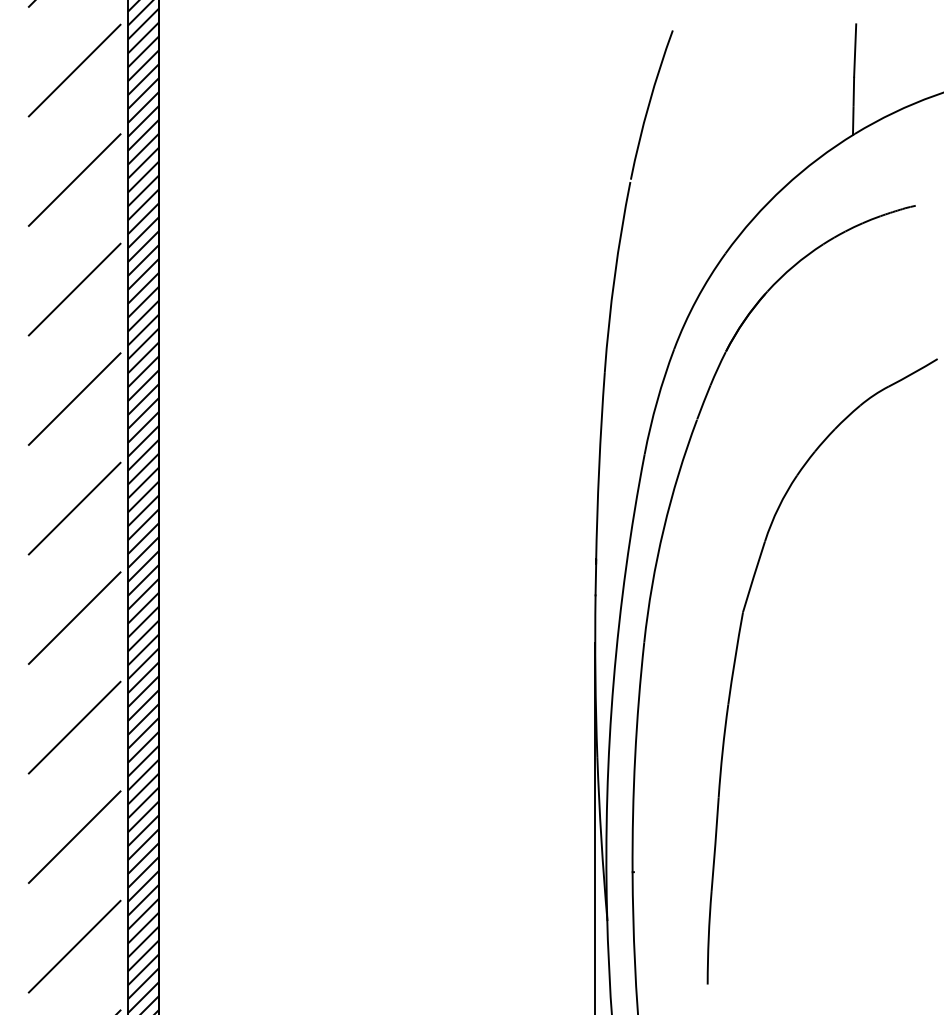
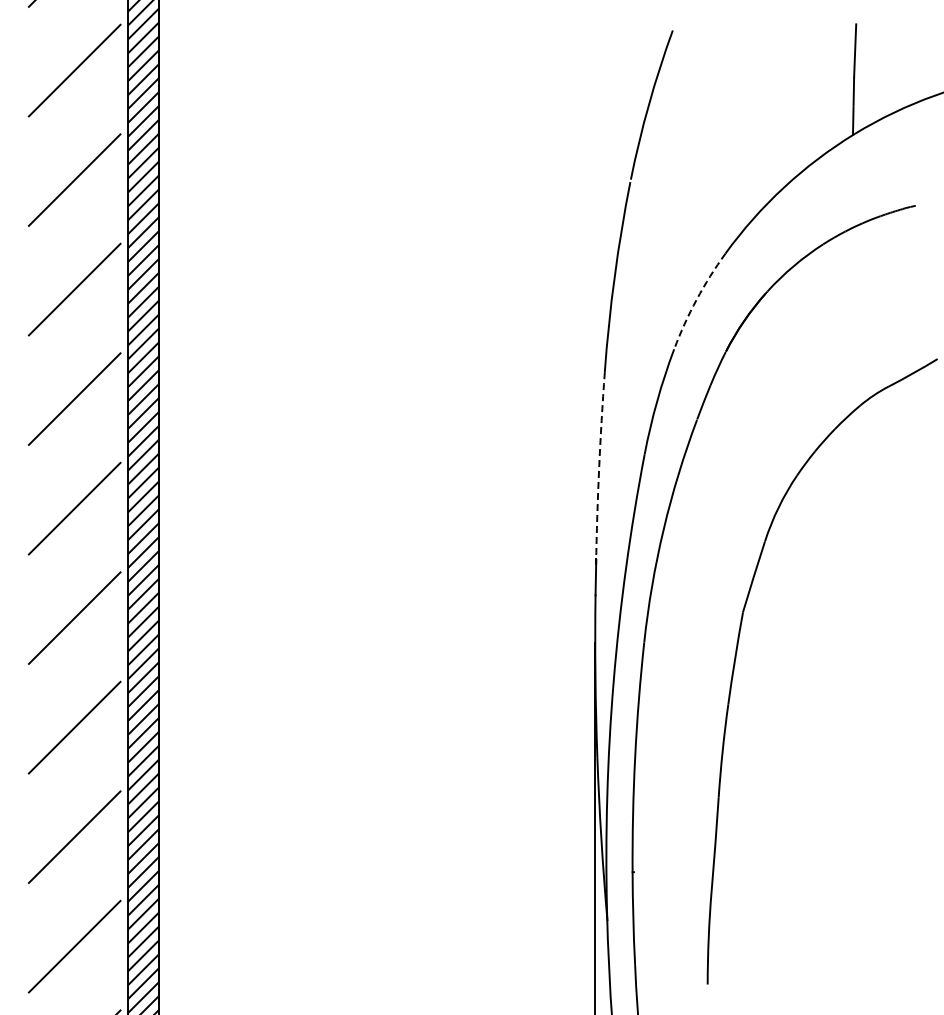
arc at (696, 299): solid -> dashed
arc at (599, 468): solid -> dashed
